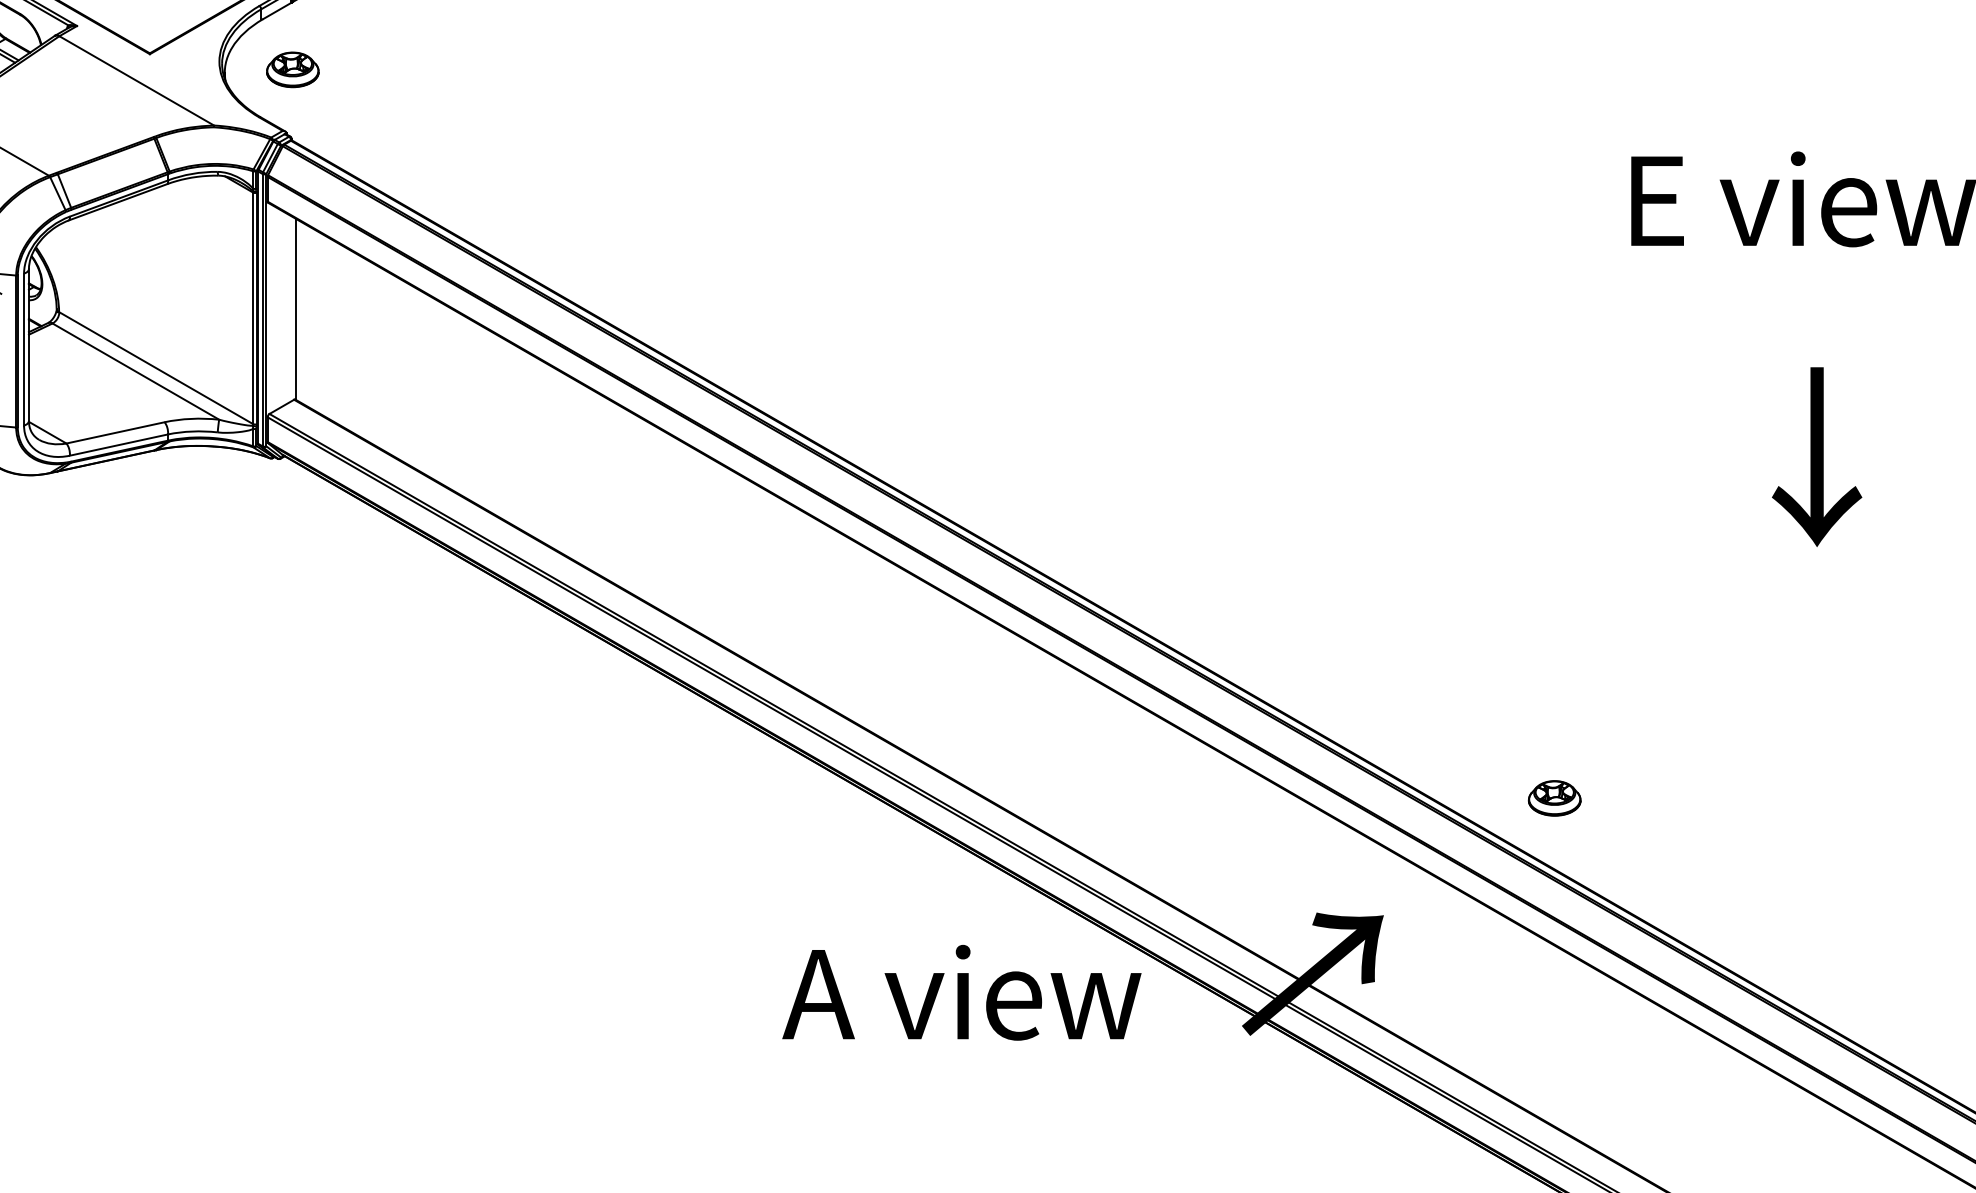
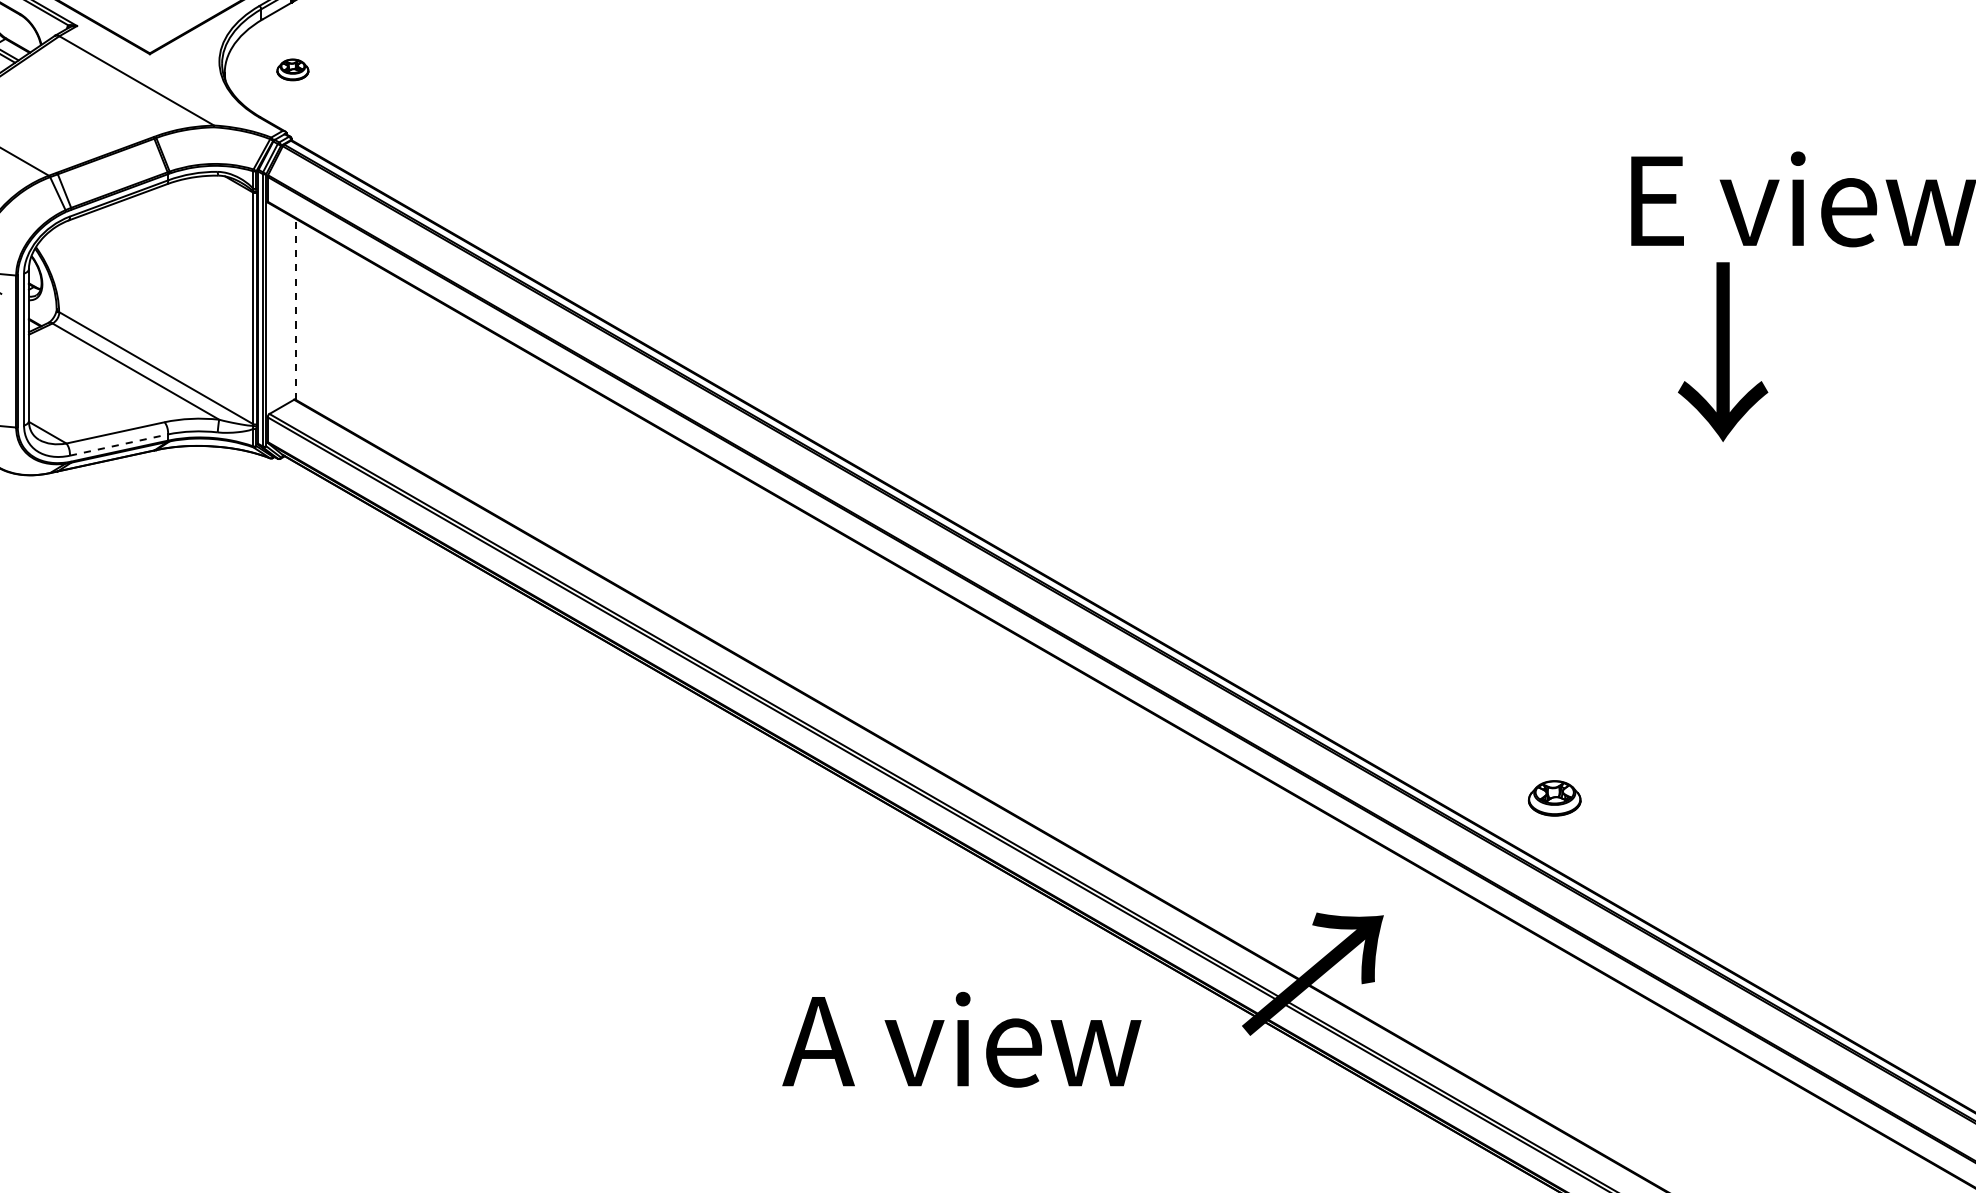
part at (292, 69) size: 54x38 px -> 34x24 px
line at (296, 309): solid -> dashed
line at (119, 444): solid -> dashed
text at (1817, 456) position: (1817, 456) -> (1723, 351)
text at (961, 992) position: (961, 992) -> (961, 1039)
